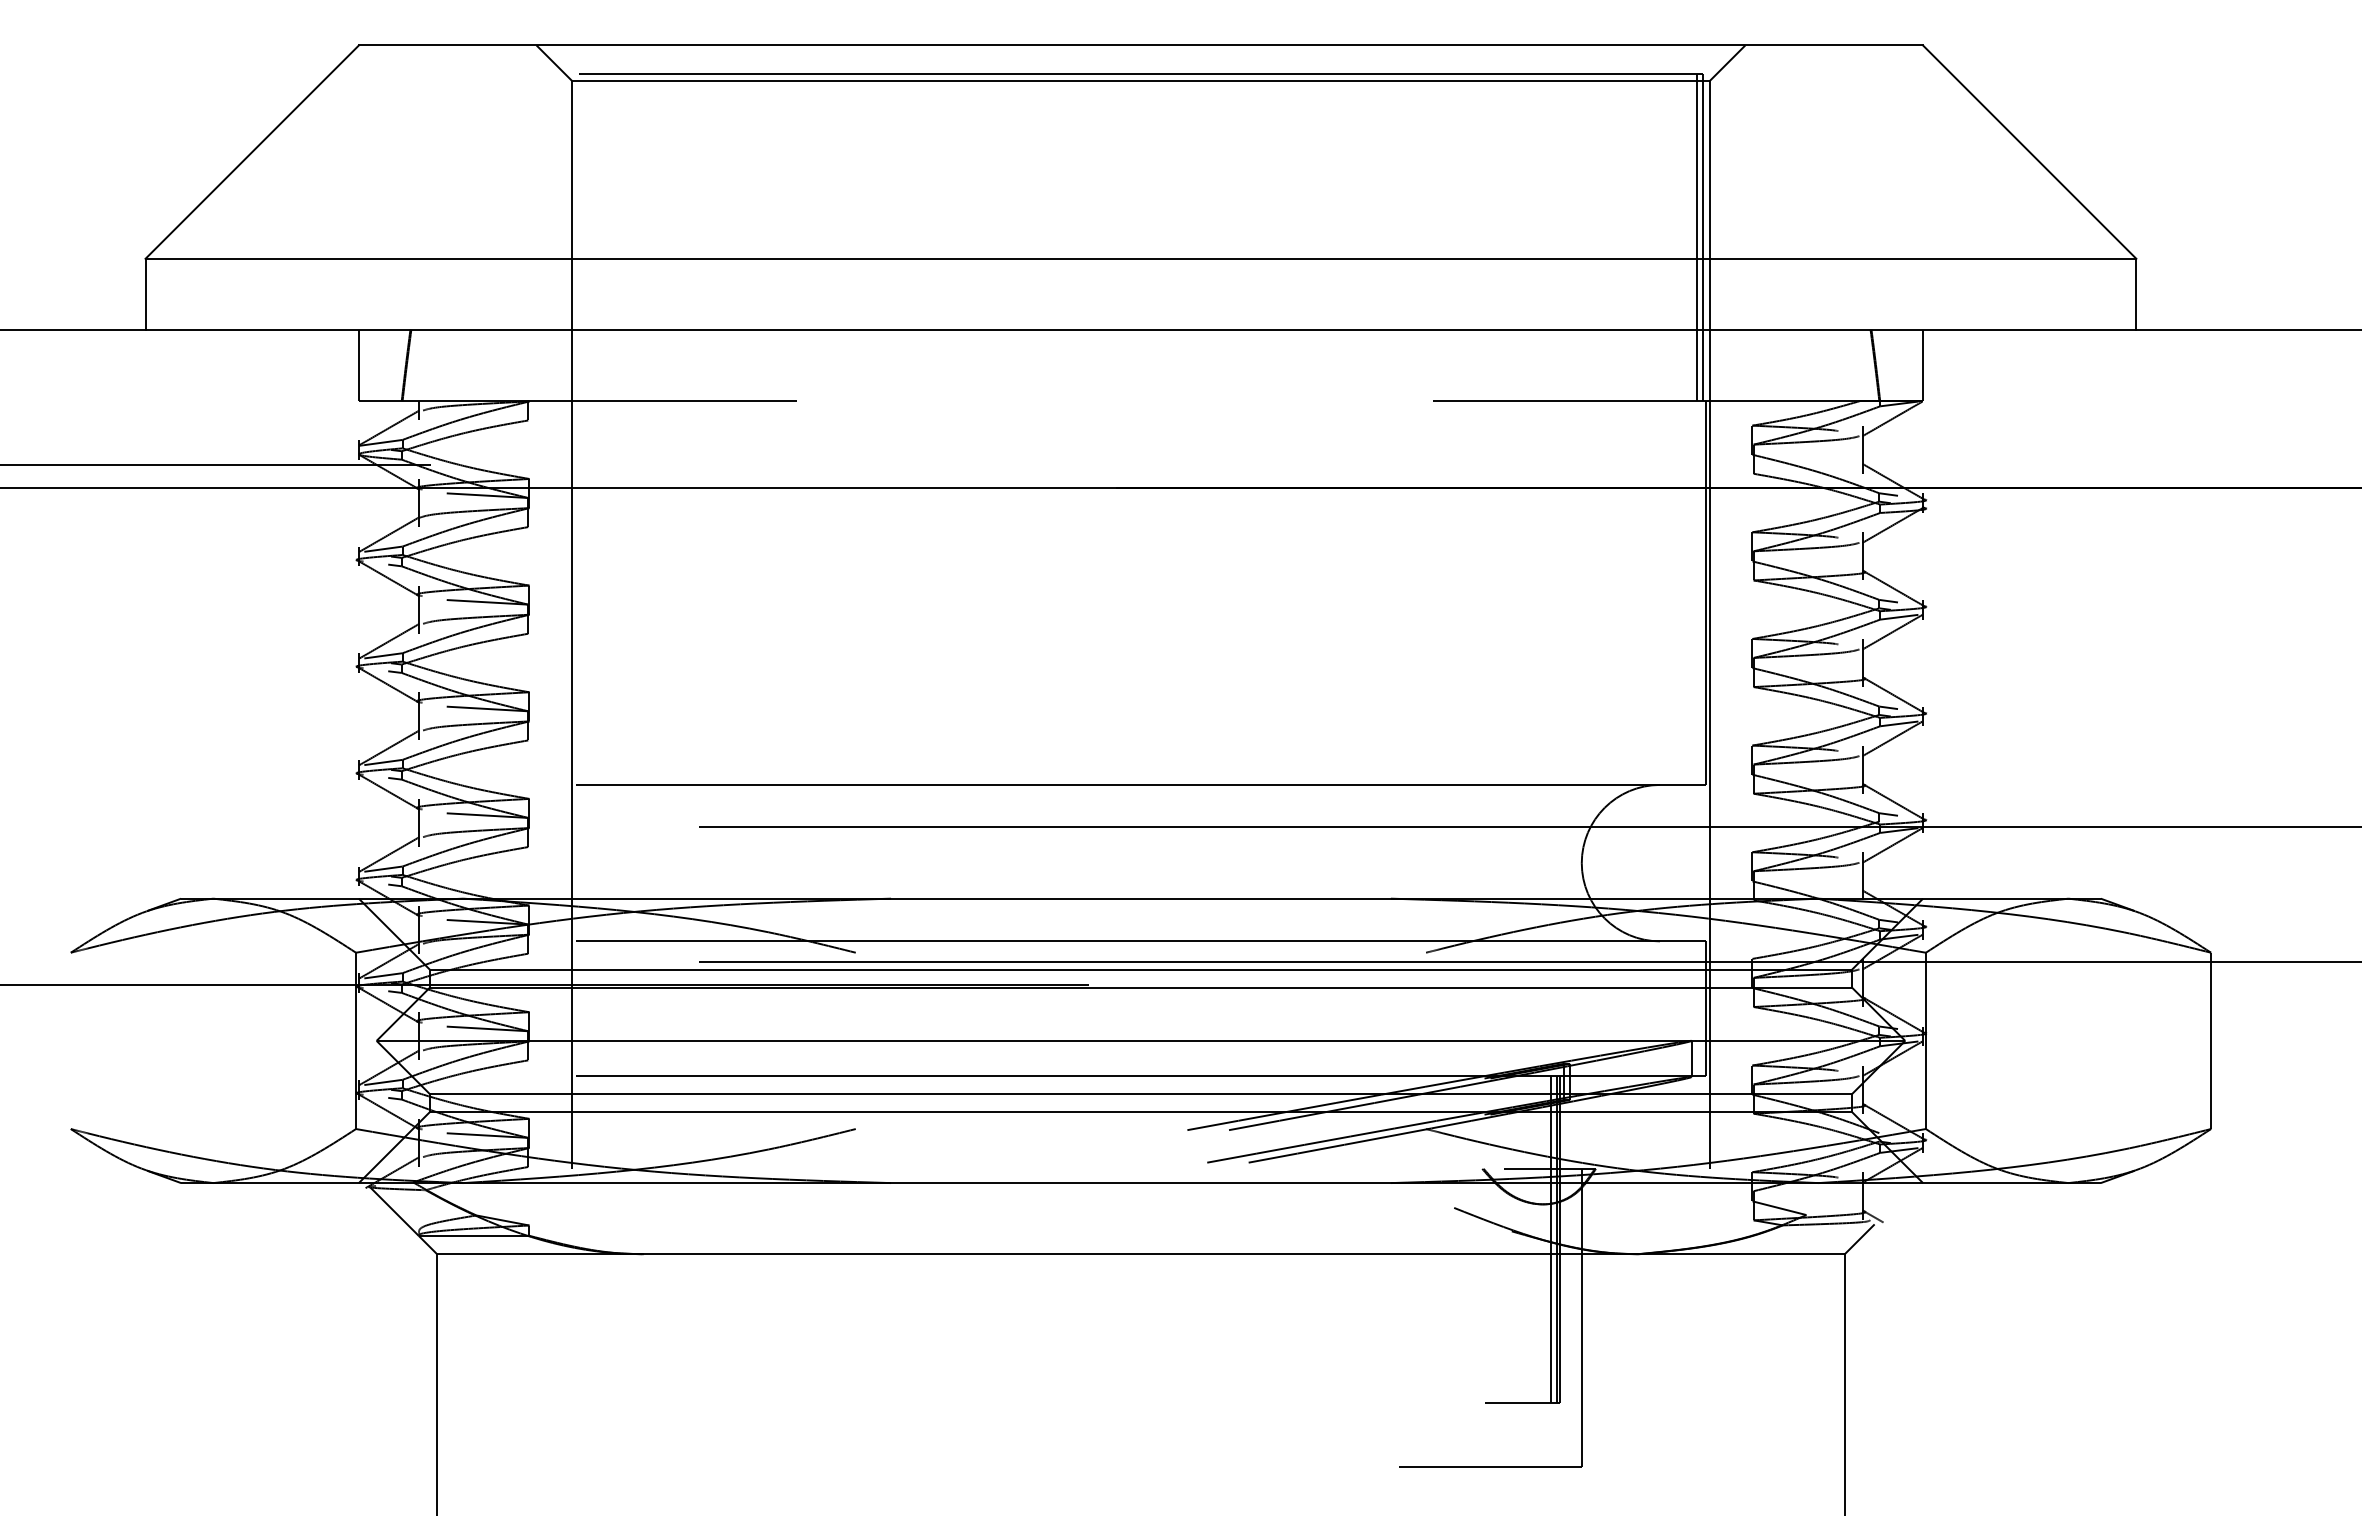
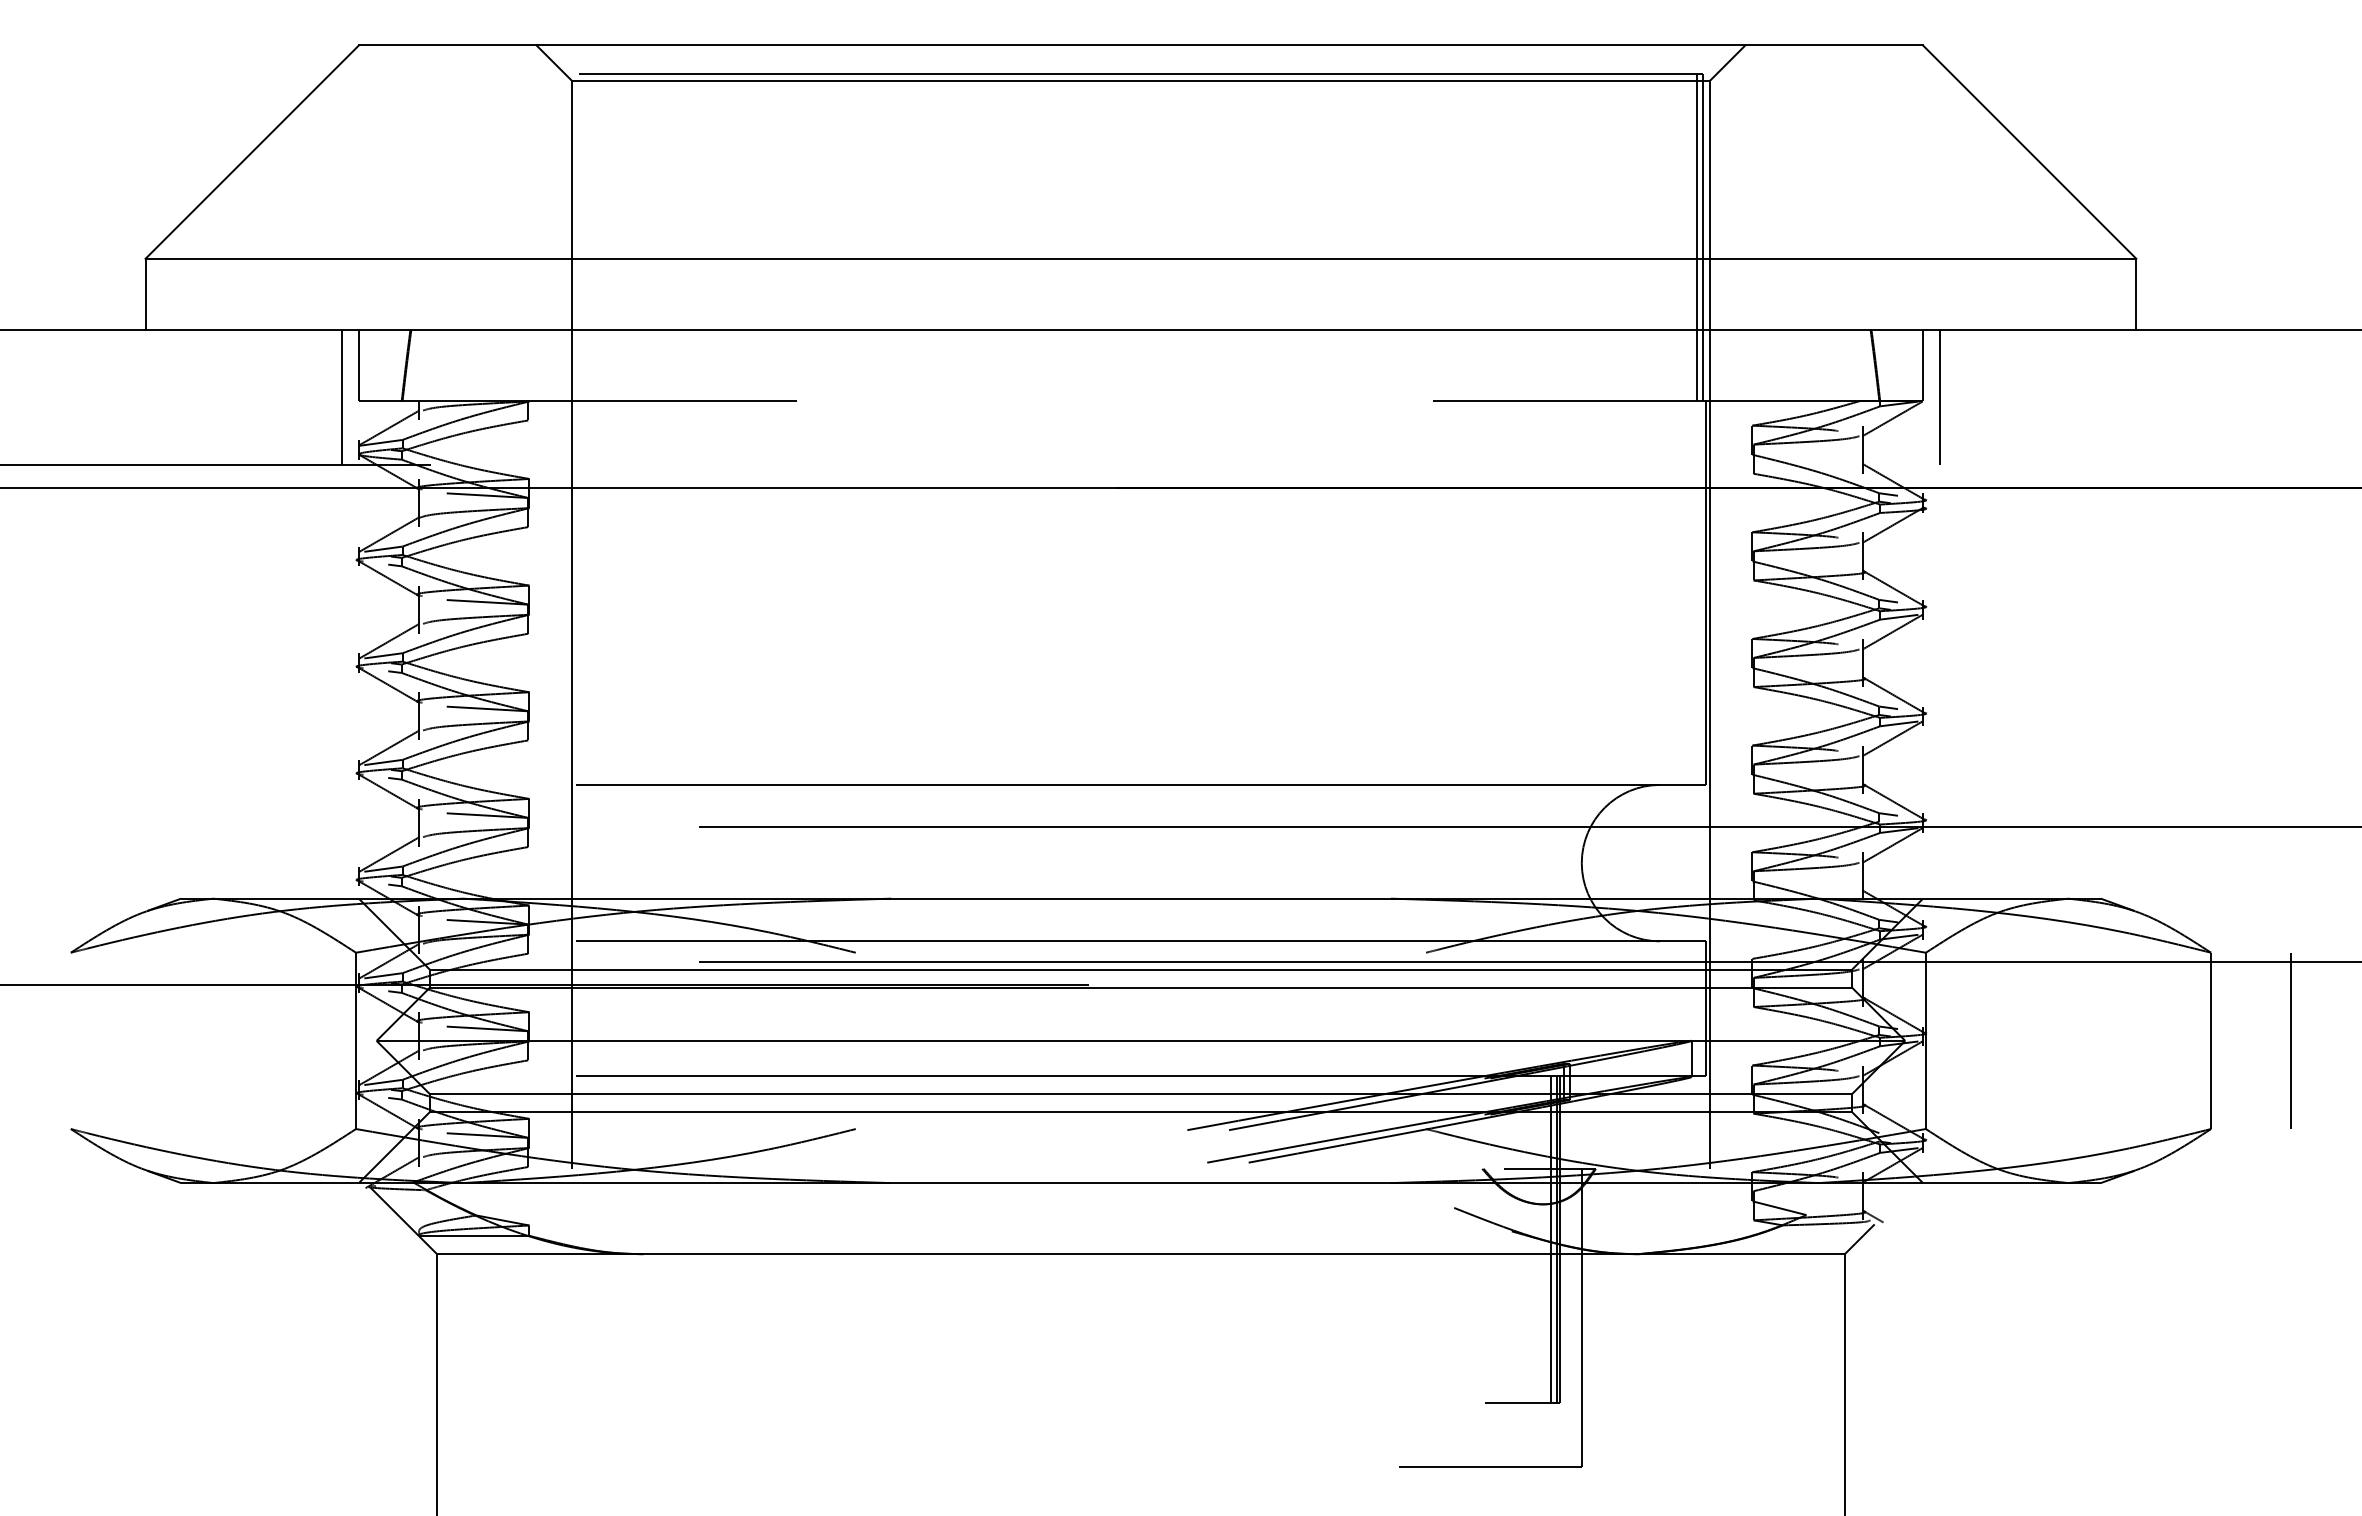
line at (341, 396): none -> present
line at (1940, 396): none -> present
line at (2291, 1040): none -> present
